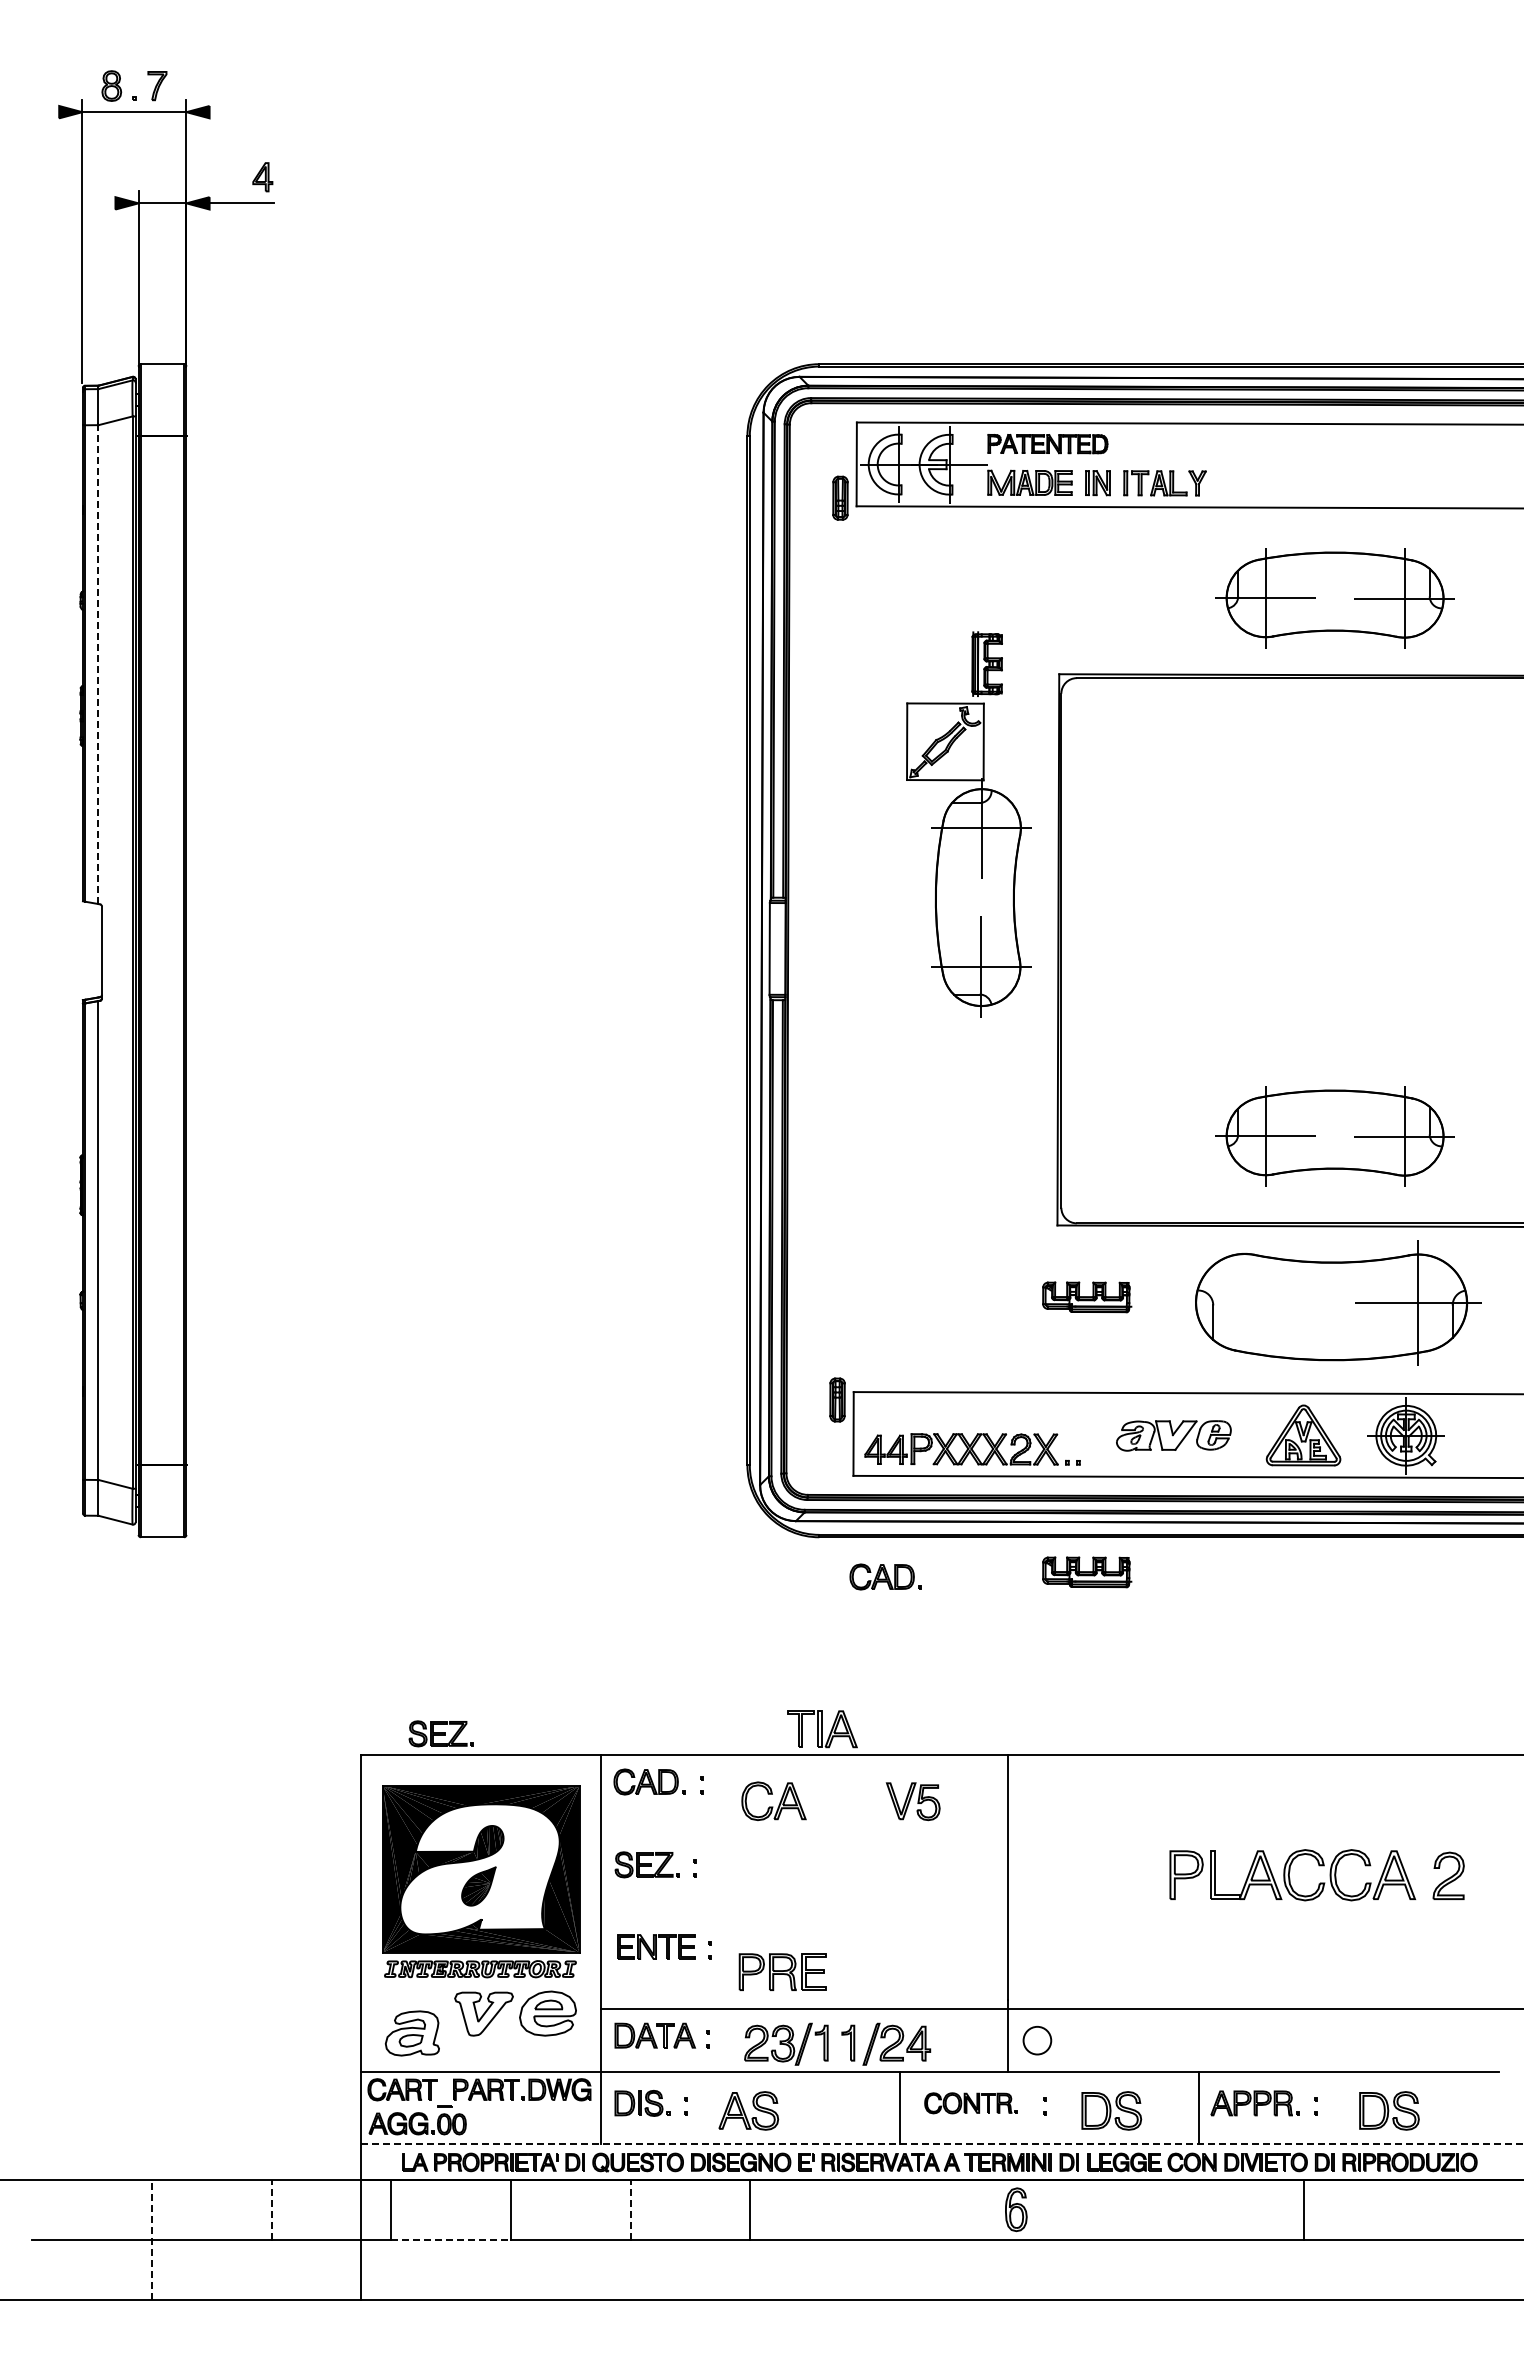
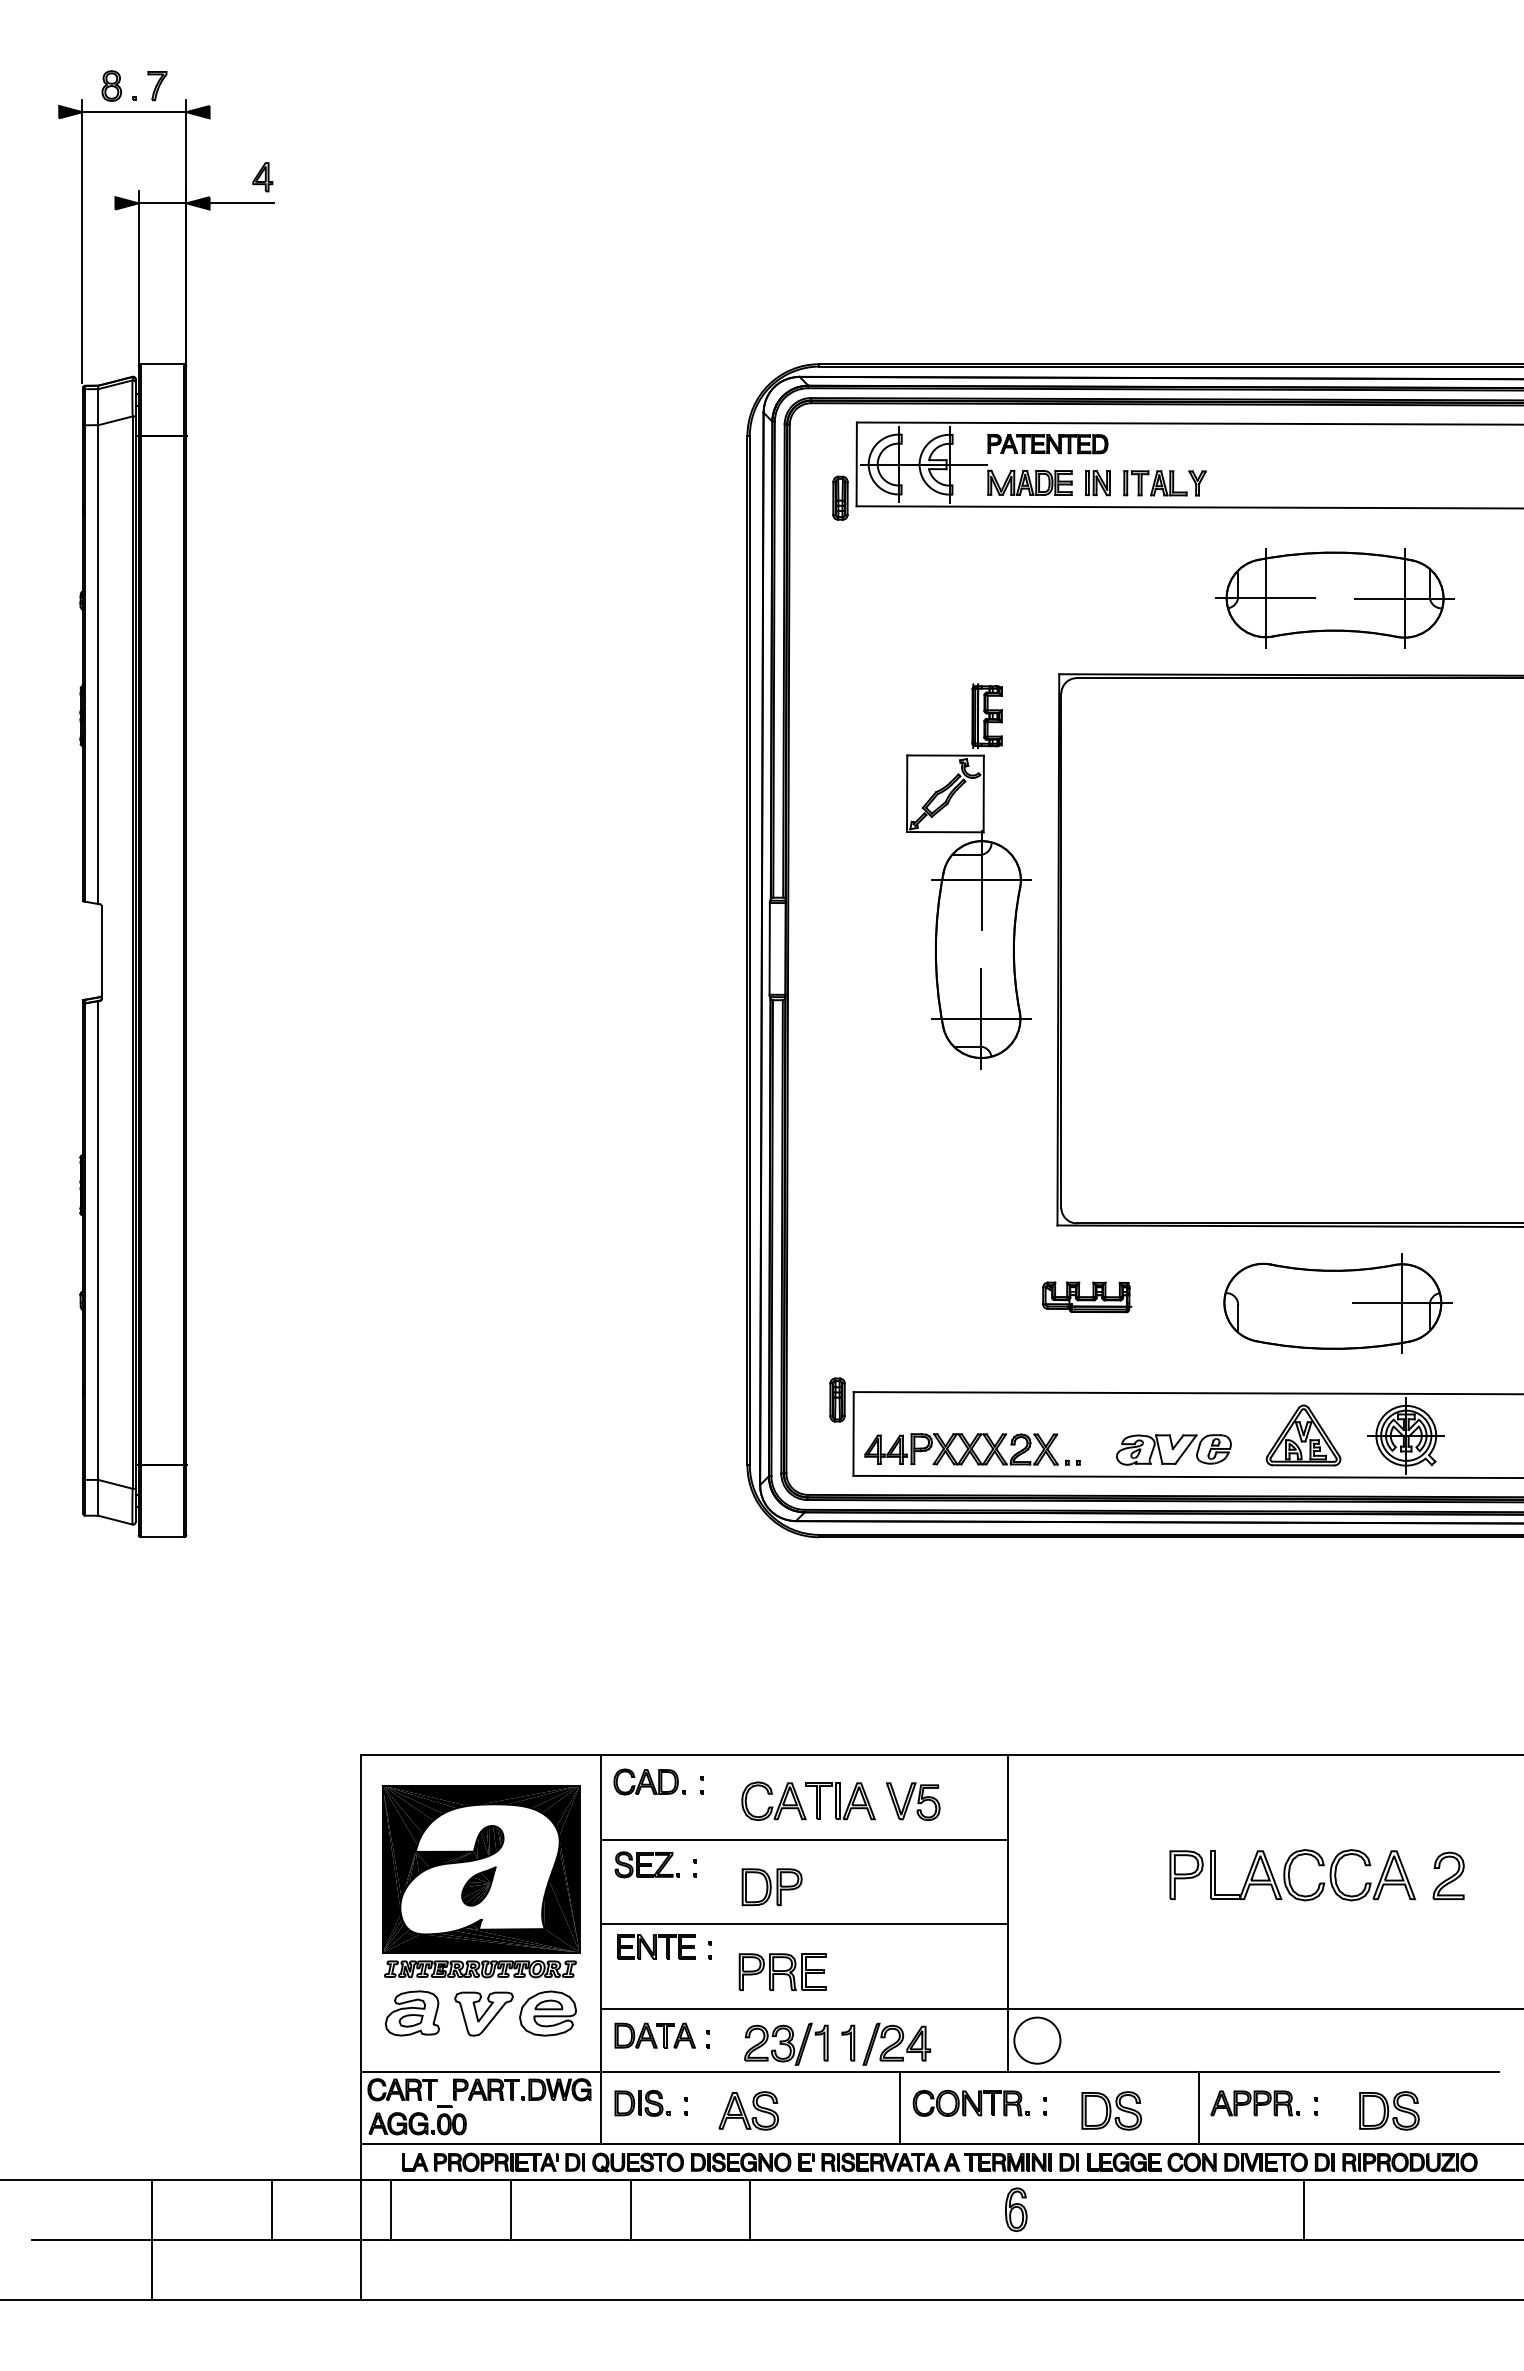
line at (98, 664): dashed -> solid
part at (968, 824) position: (968, 824) -> (968, 876)
part at (1334, 1136): present -> none
part at (1338, 1302) size: 287x126 px -> 230x101 px
part at (1173, 1435) position: (1173, 1435) -> (1173, 1449)
part at (1087, 1572): present -> none
part at (885, 1576): present -> none
part at (822, 1729) position: (822, 1729) -> (840, 1801)
part at (440, 1733): present -> none
line at (803, 1839): none -> present
part at (771, 1887): none -> present
line at (803, 1924): none -> present
part at (411, 2033) position: (411, 2033) -> (411, 2013)
circle at (1037, 2040) diameter: 28 px -> 46 px
part at (970, 2103) size: 94x23 px -> 118x28 px
line at (942, 2144): dashed -> solid
line at (271, 2210): dashed -> solid
line at (630, 2210): dashed -> solid
line at (151, 2240): dashed -> solid
line at (451, 2240): dashed -> solid
